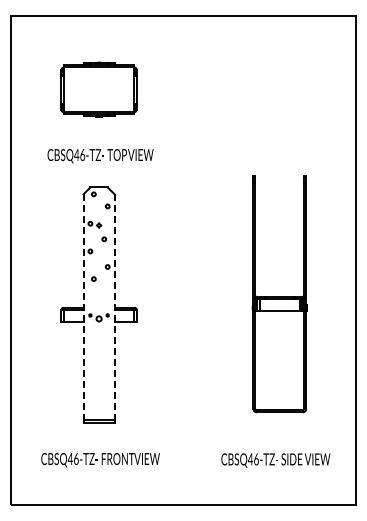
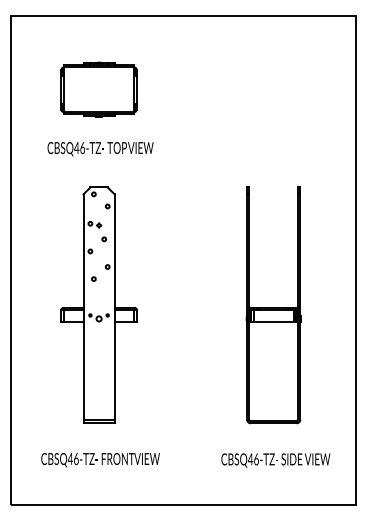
text at (100, 156) position: (100, 156) -> (100, 149)
part at (279, 294) position: (279, 294) -> (273, 305)
line at (83, 307): dashed -> solid
line at (114, 307): dashed -> solid
